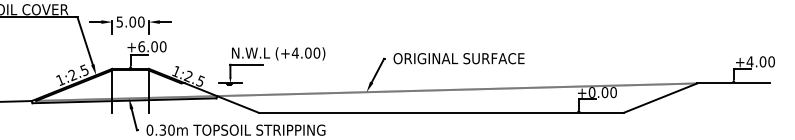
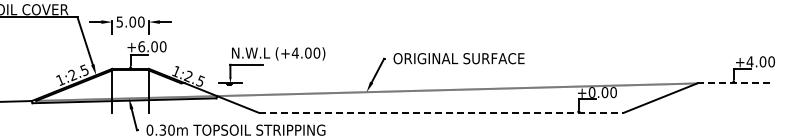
line at (733, 83): solid -> dashed
line at (441, 112): solid -> dashed
